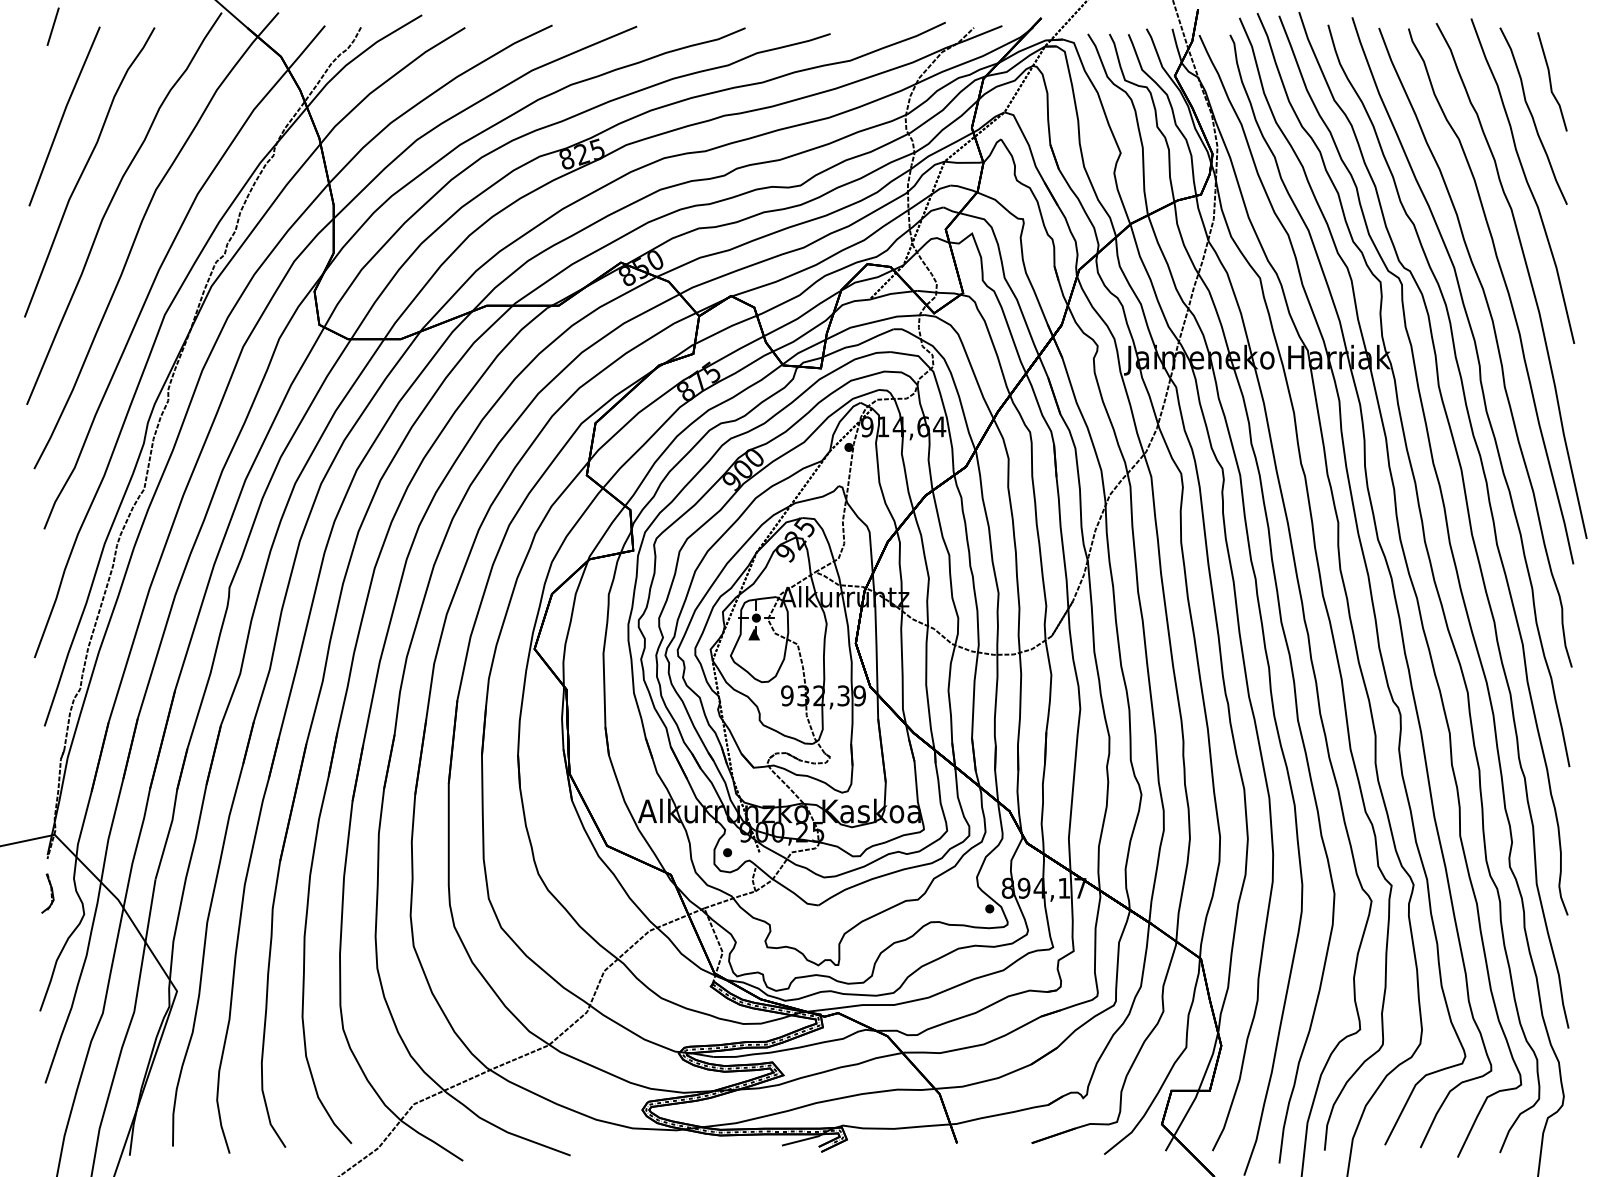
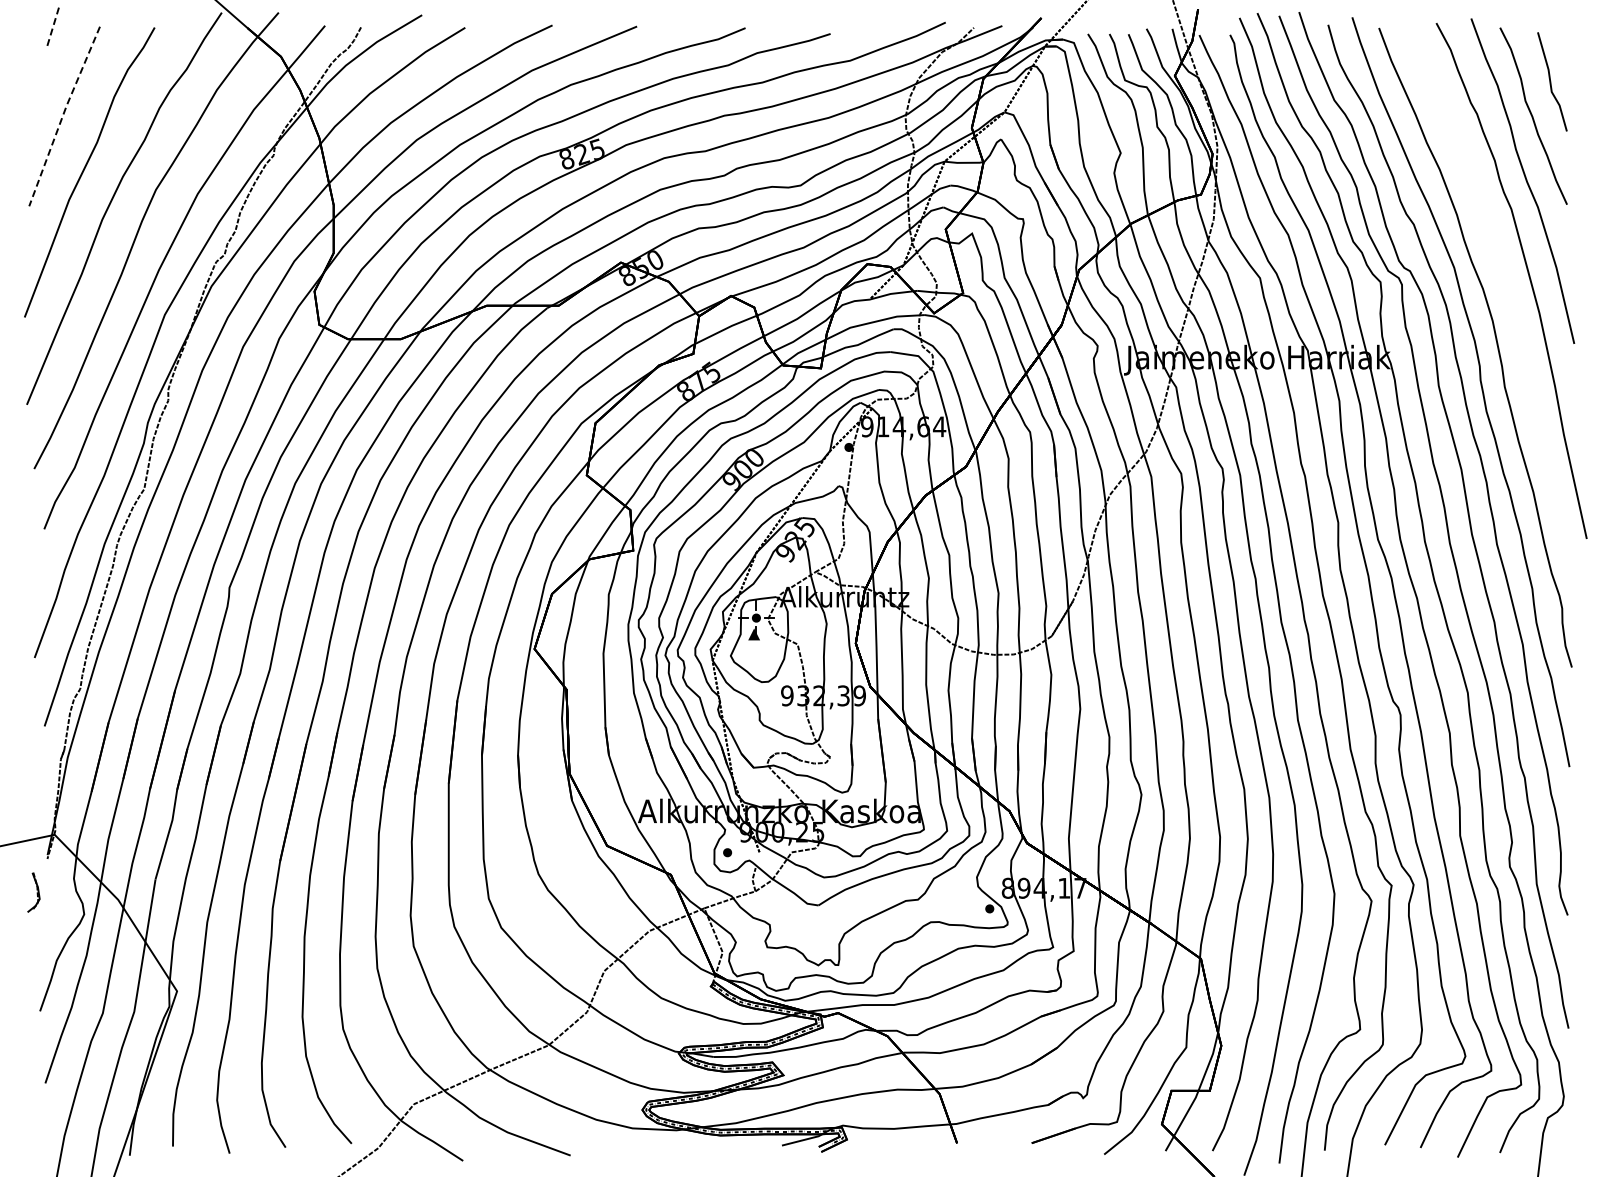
line at (53, 26): solid -> dashed
line at (62, 116): solid -> dashed
curve at (1506, 290): present -> none
part at (47, 893) position: (47, 893) -> (33, 892)
